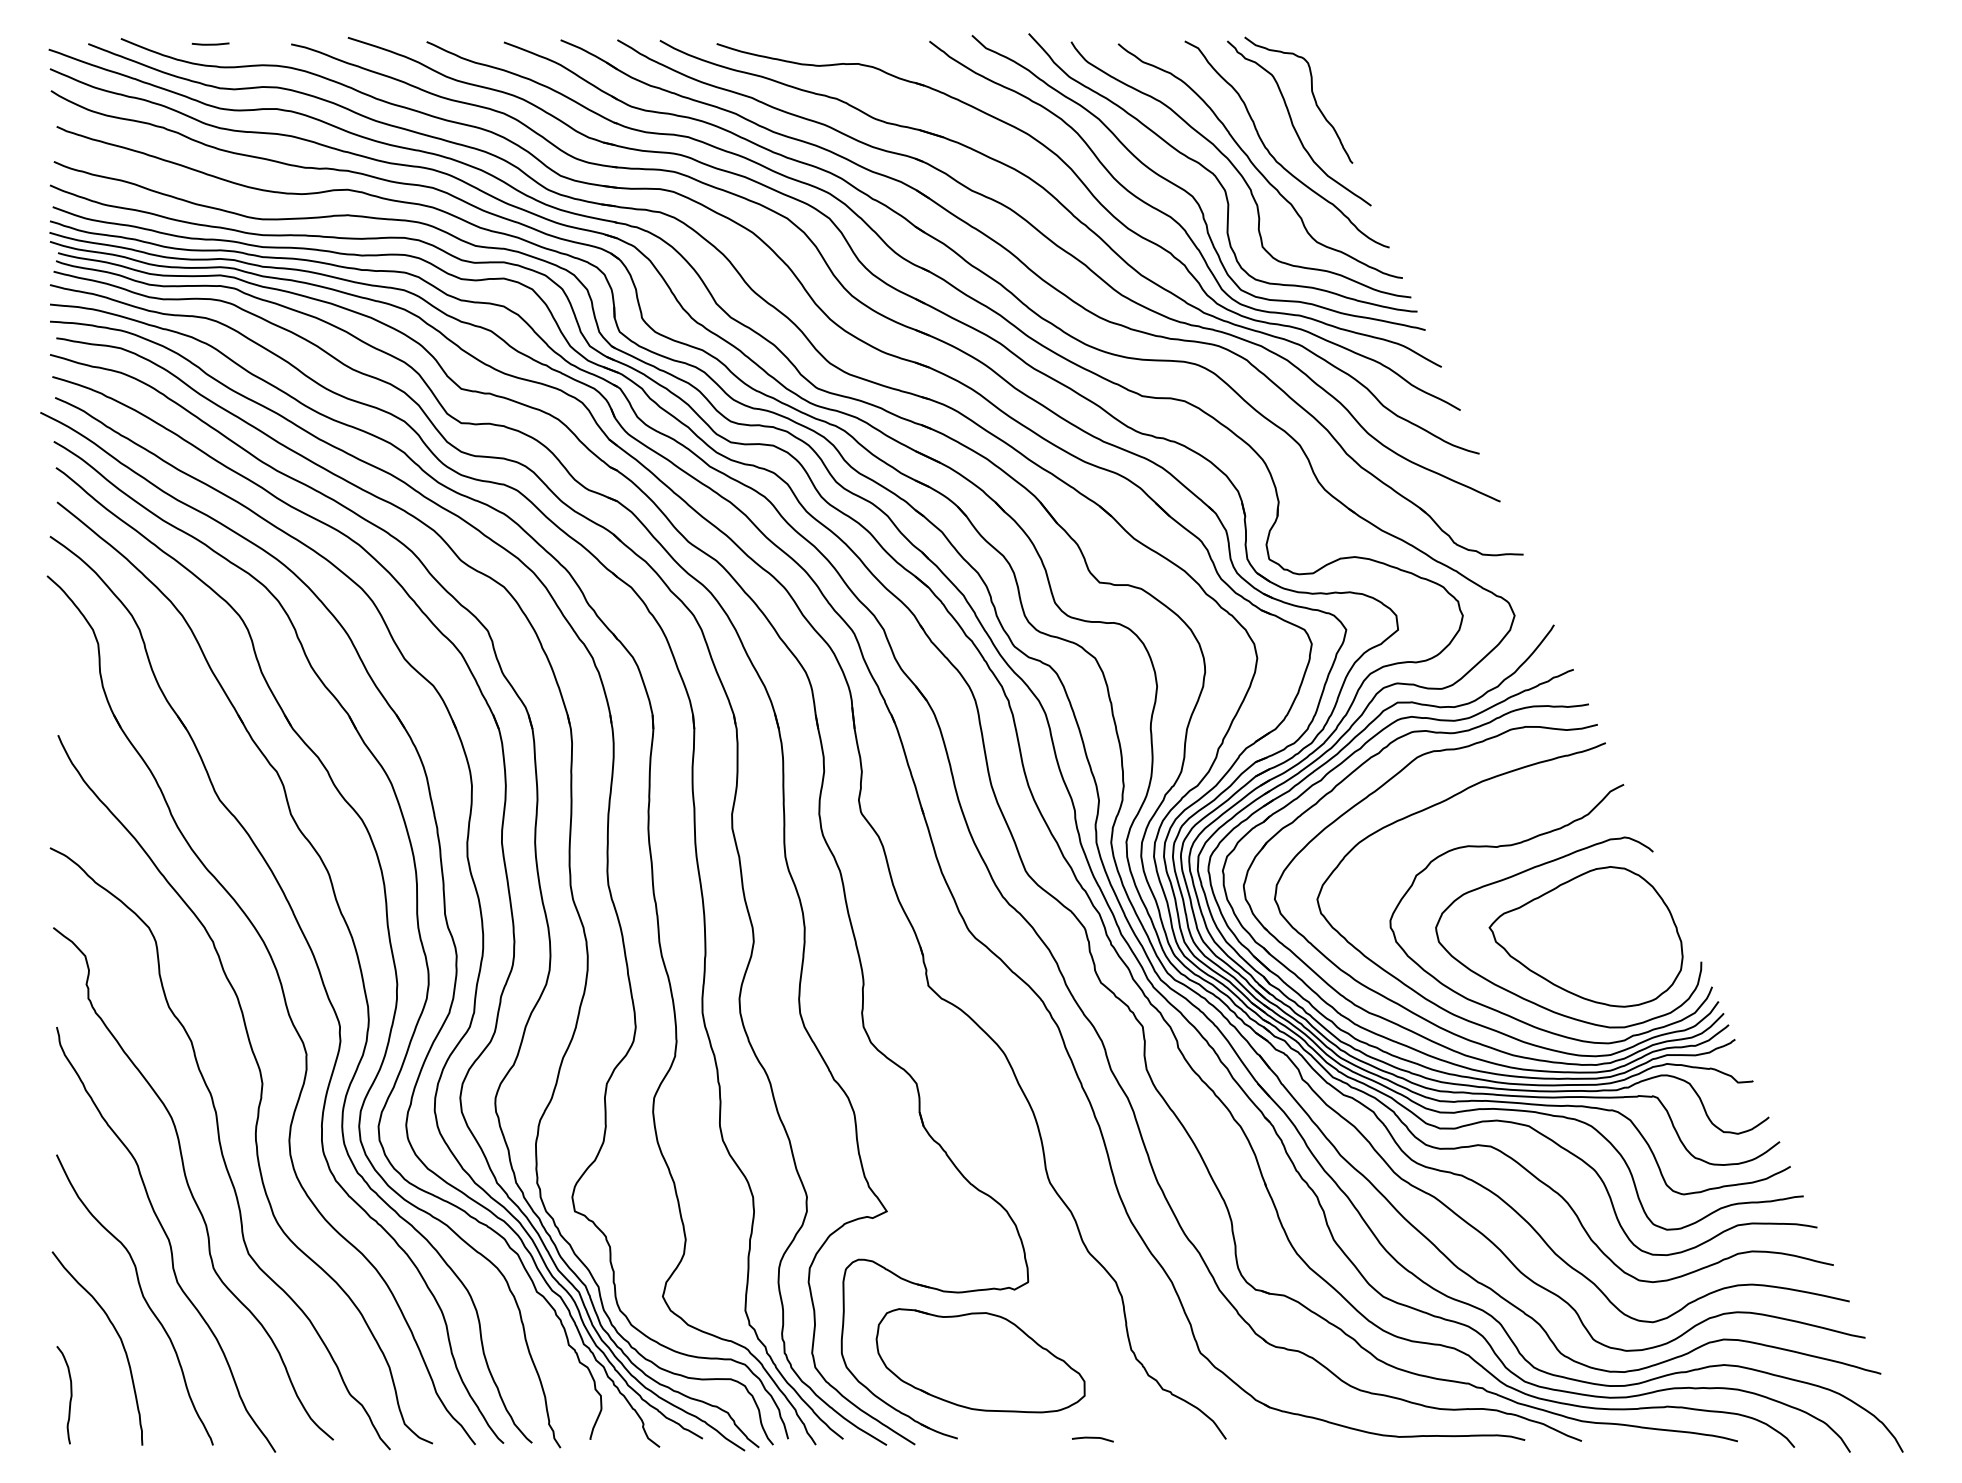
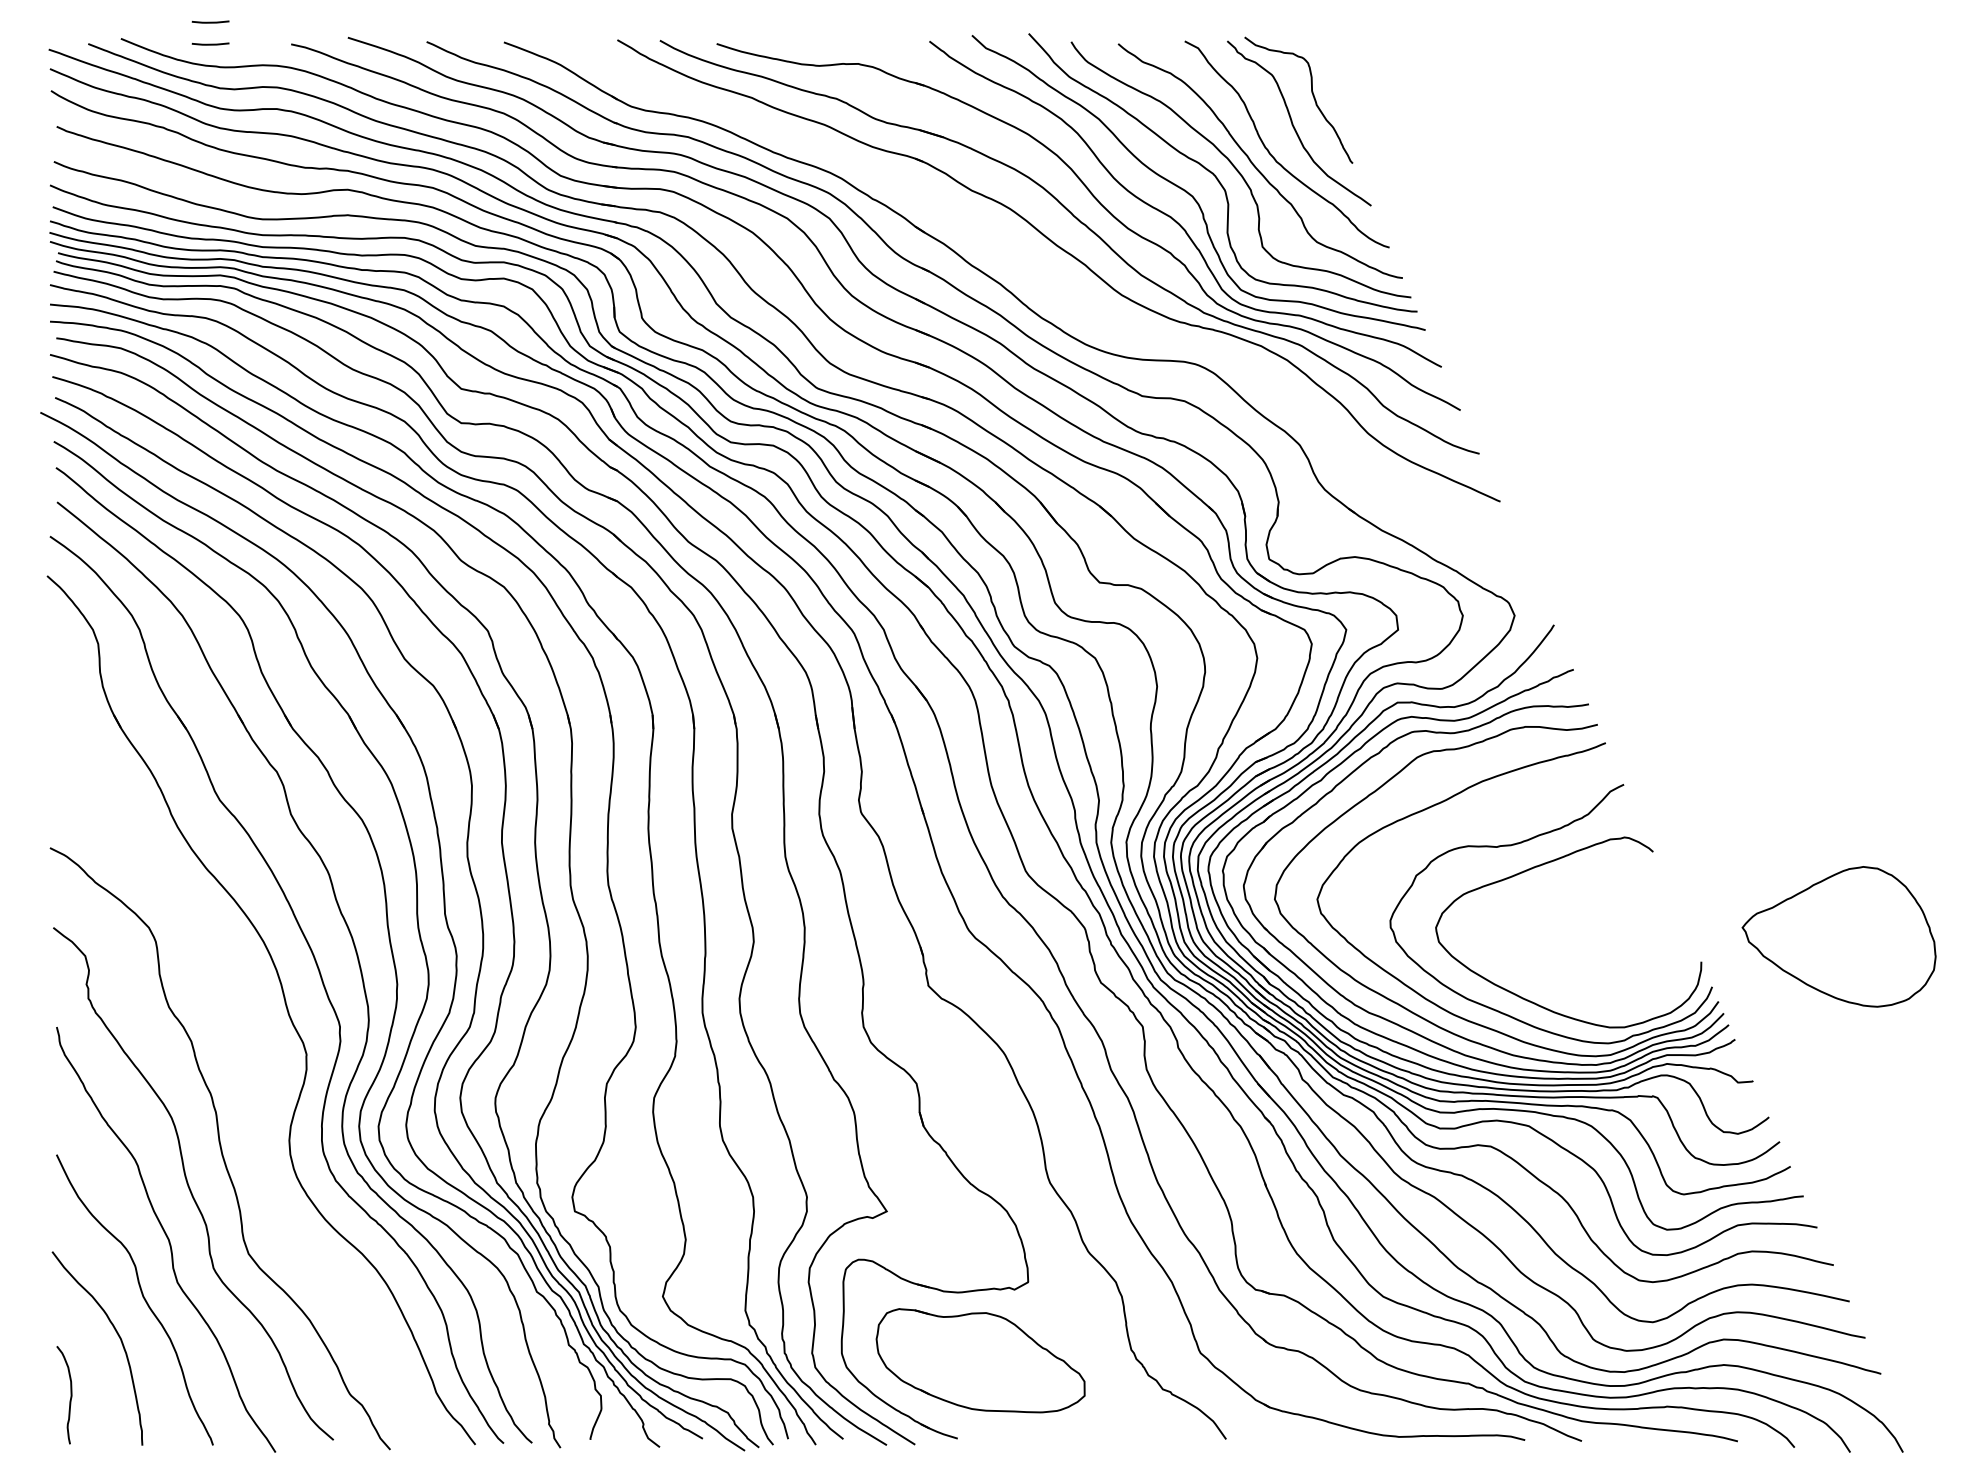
line at (210, 21): none -> present
part at (1048, 285): present -> none
part at (1585, 936) position: (1585, 936) -> (1838, 936)
curve at (260, 1091): present -> none
curve at (1092, 1438): present -> none
